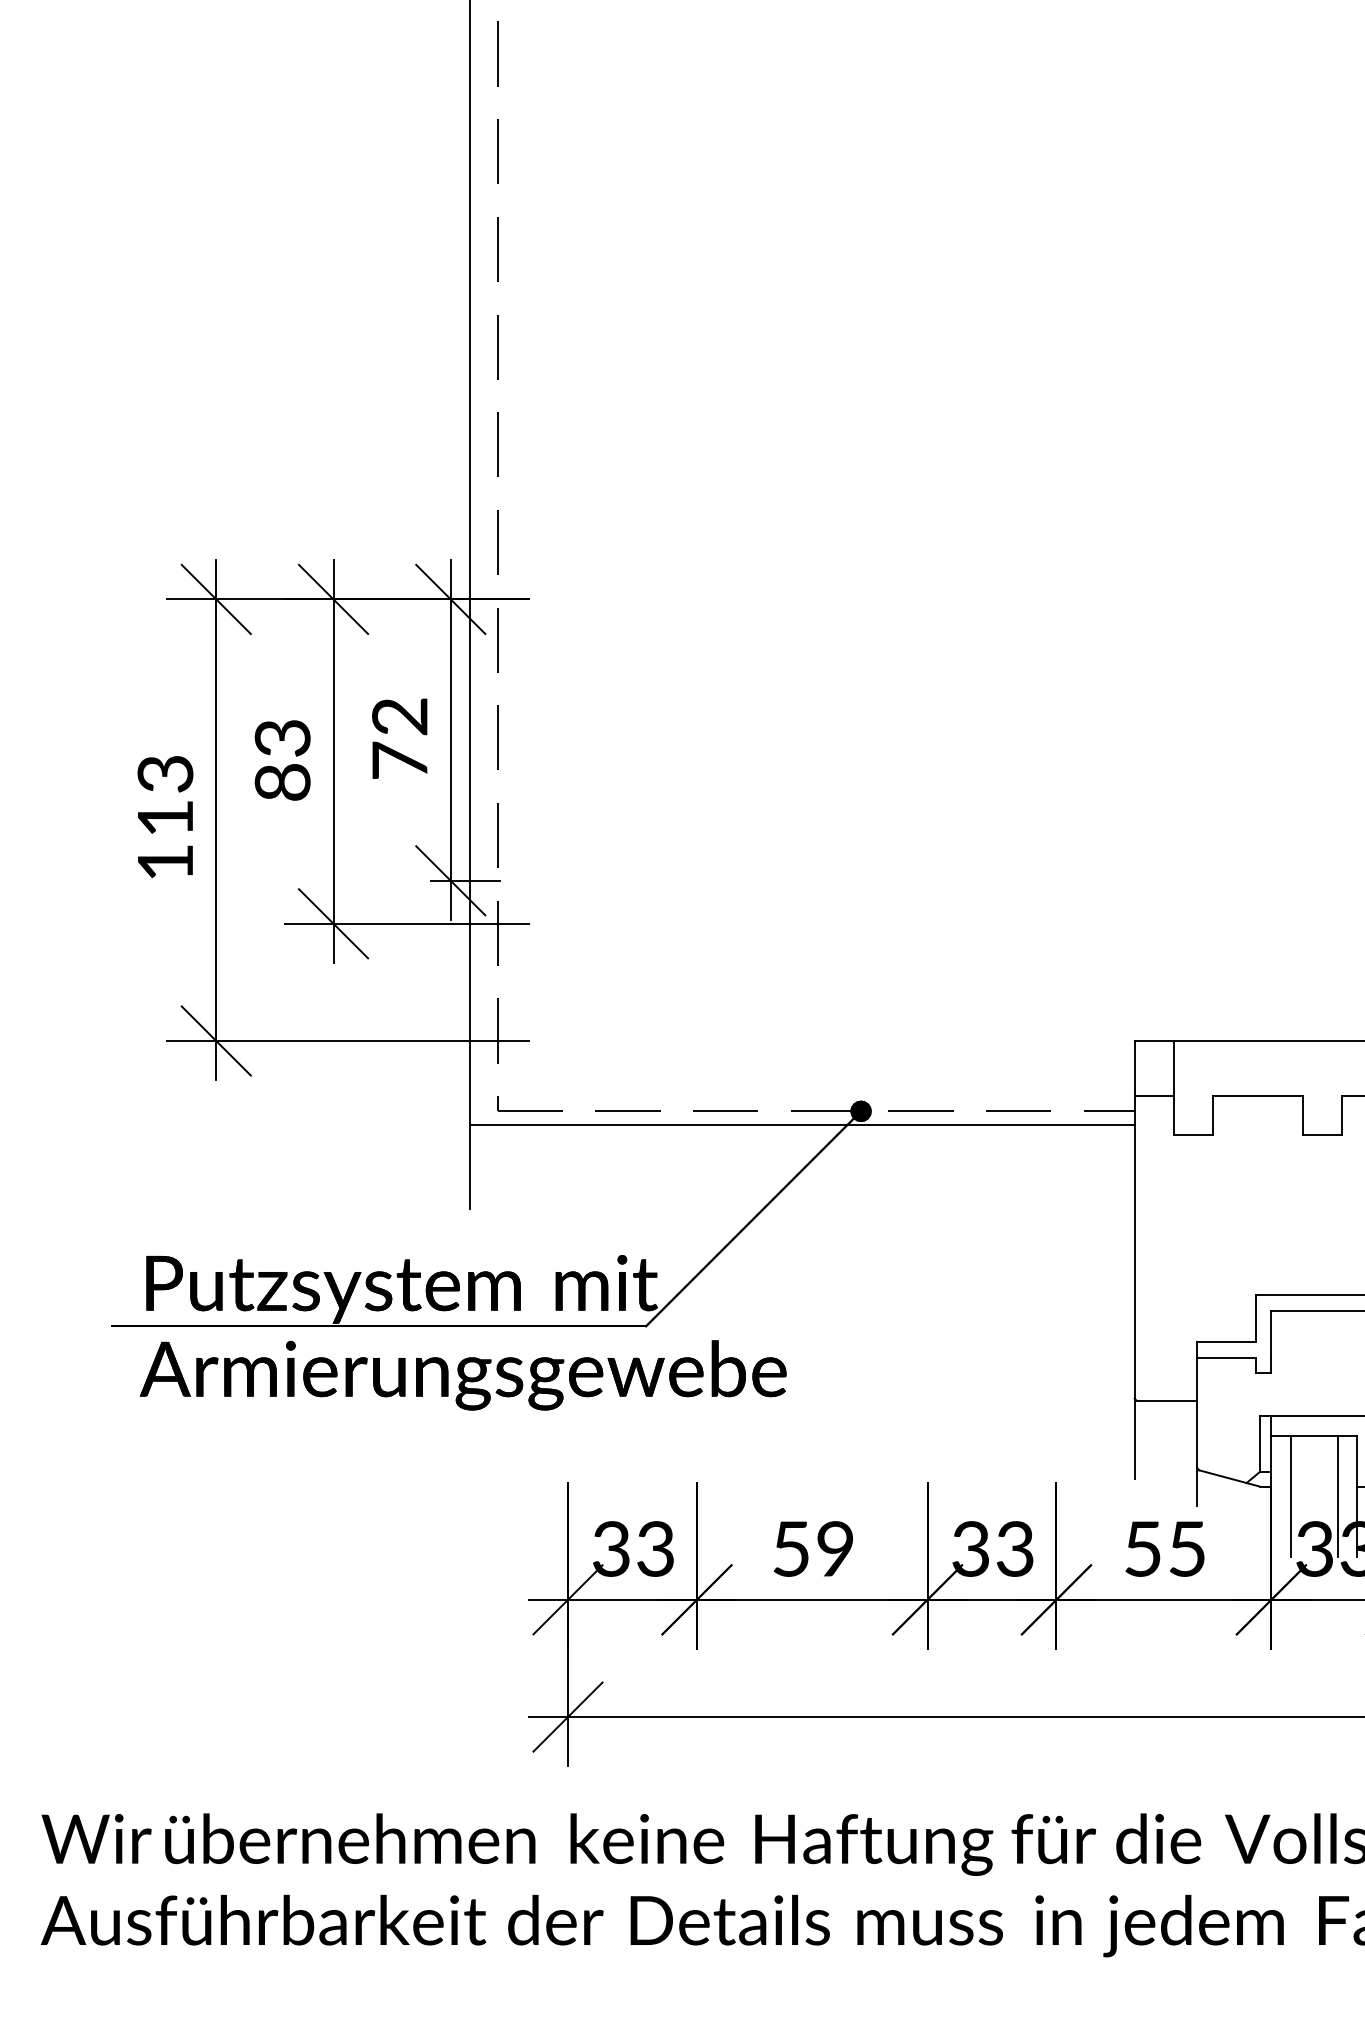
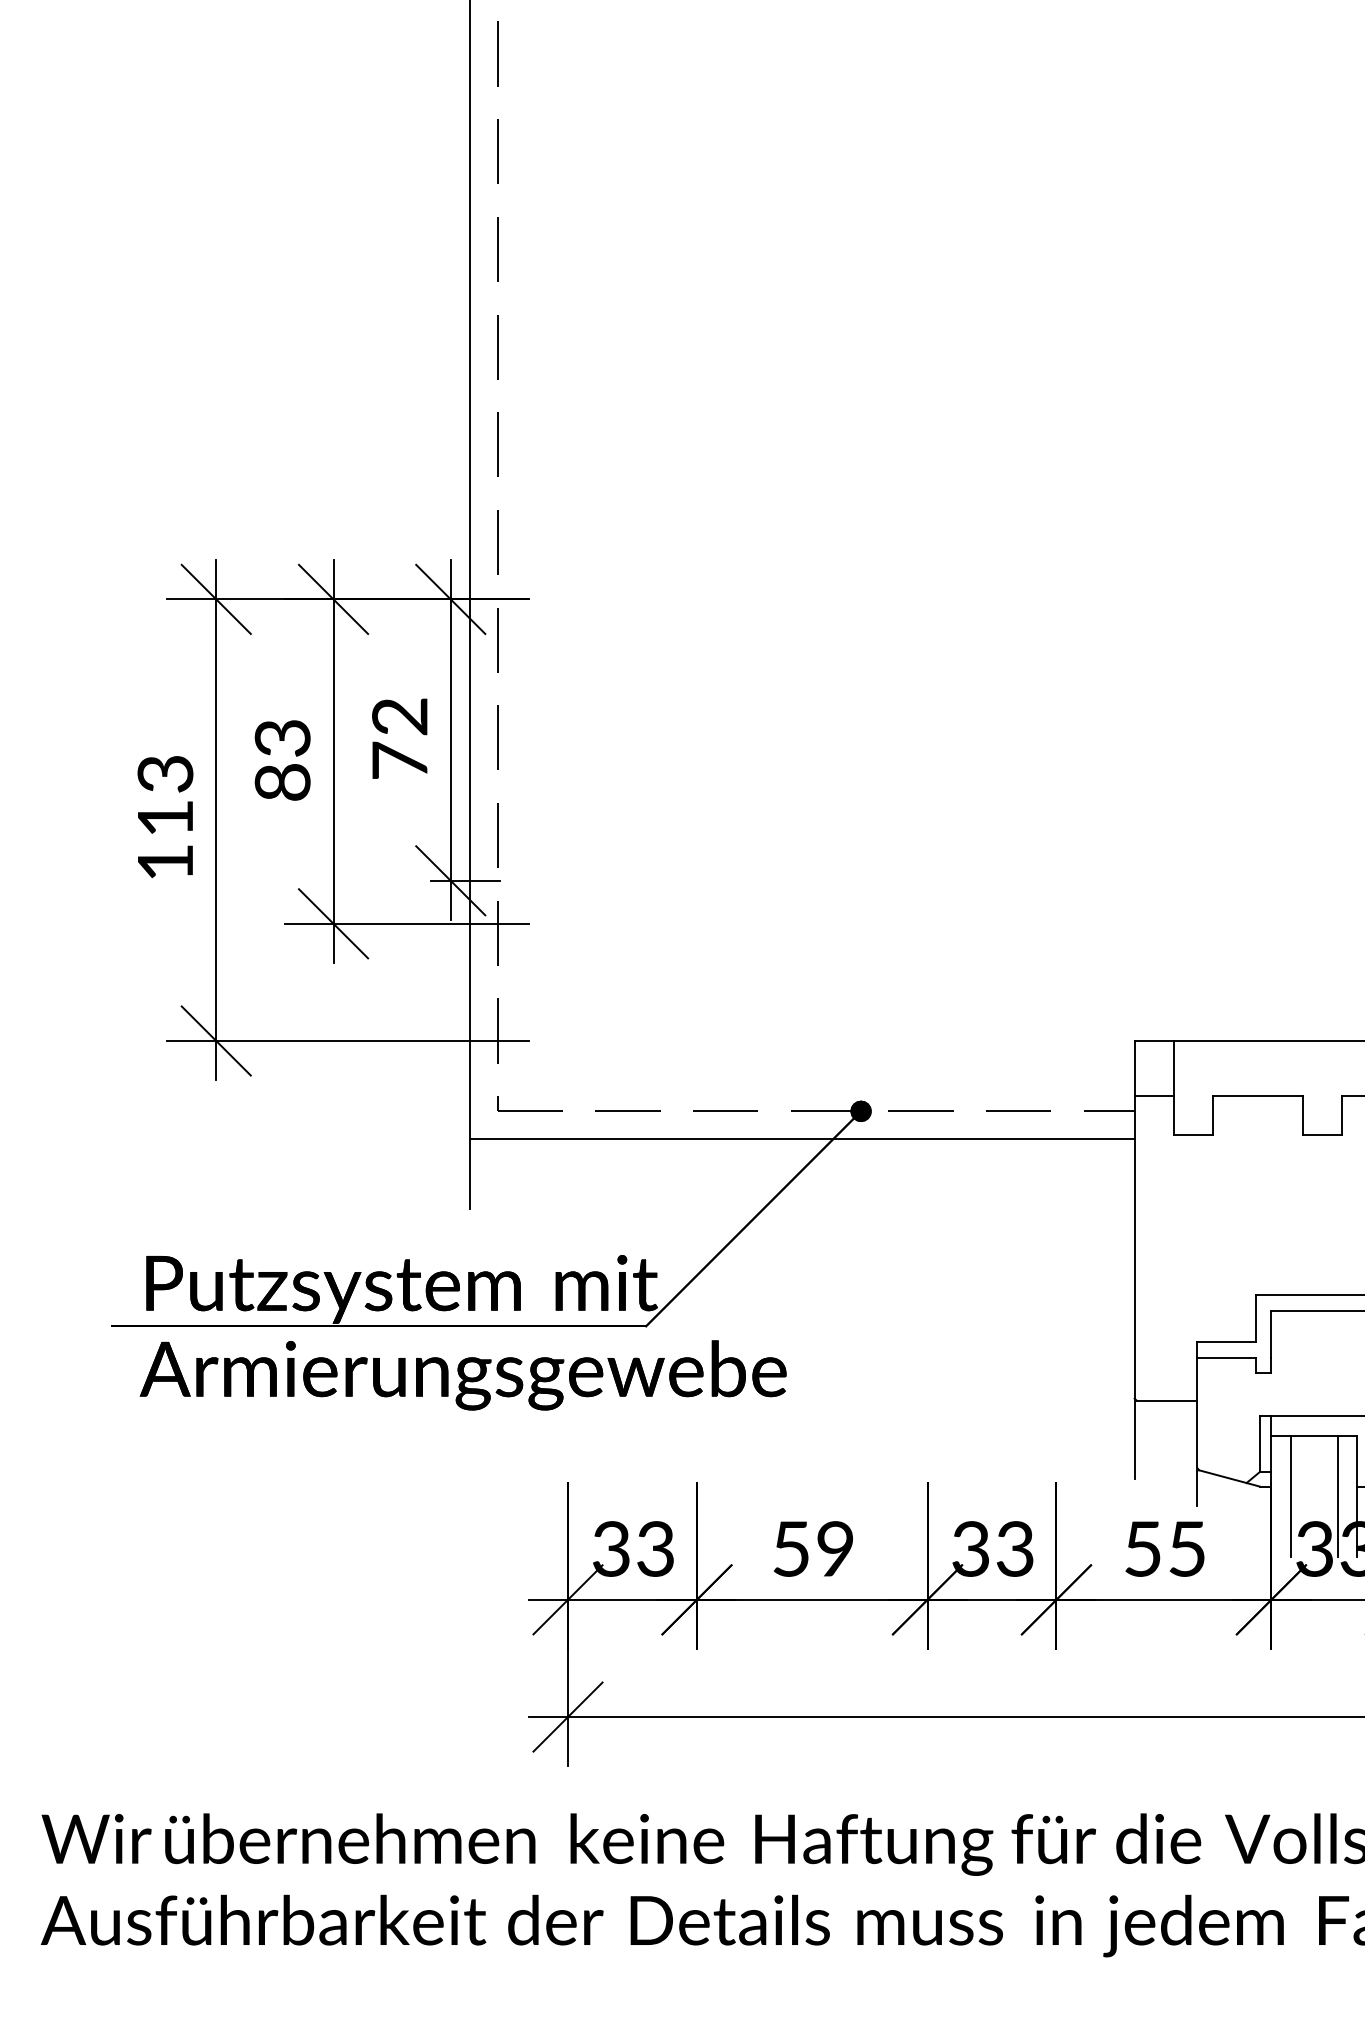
line at (802, 1124) position: (802, 1124) -> (802, 1138)
